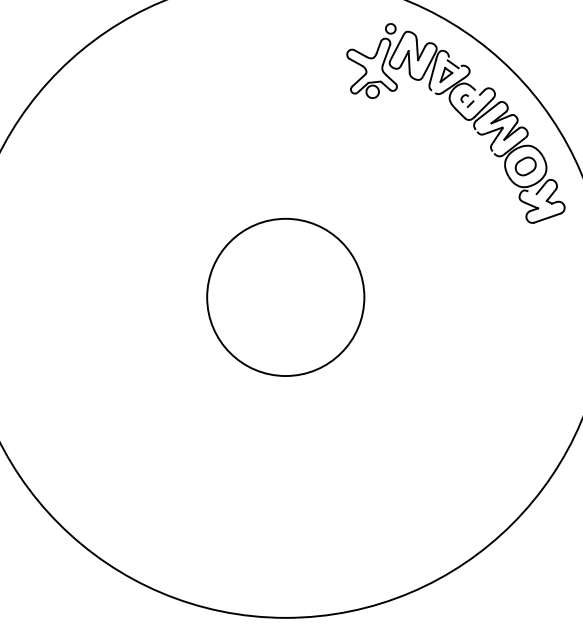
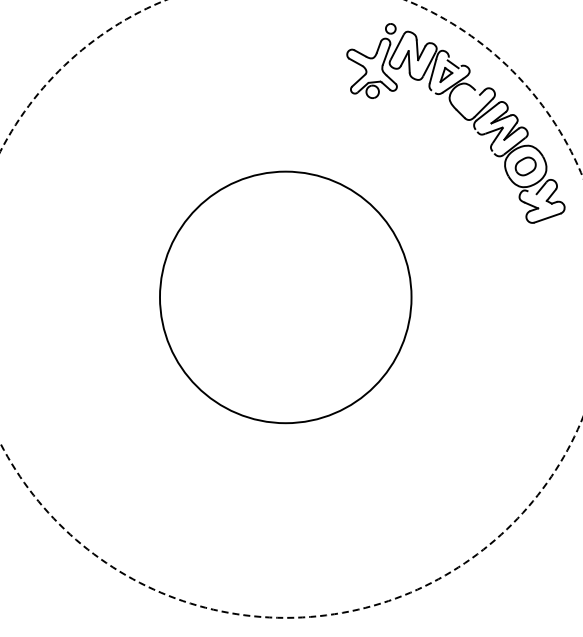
part at (467, 100): present -> none
circle at (285, 297) diameter: 157 px -> 252 px
circle at (291, 308): solid -> dashed
